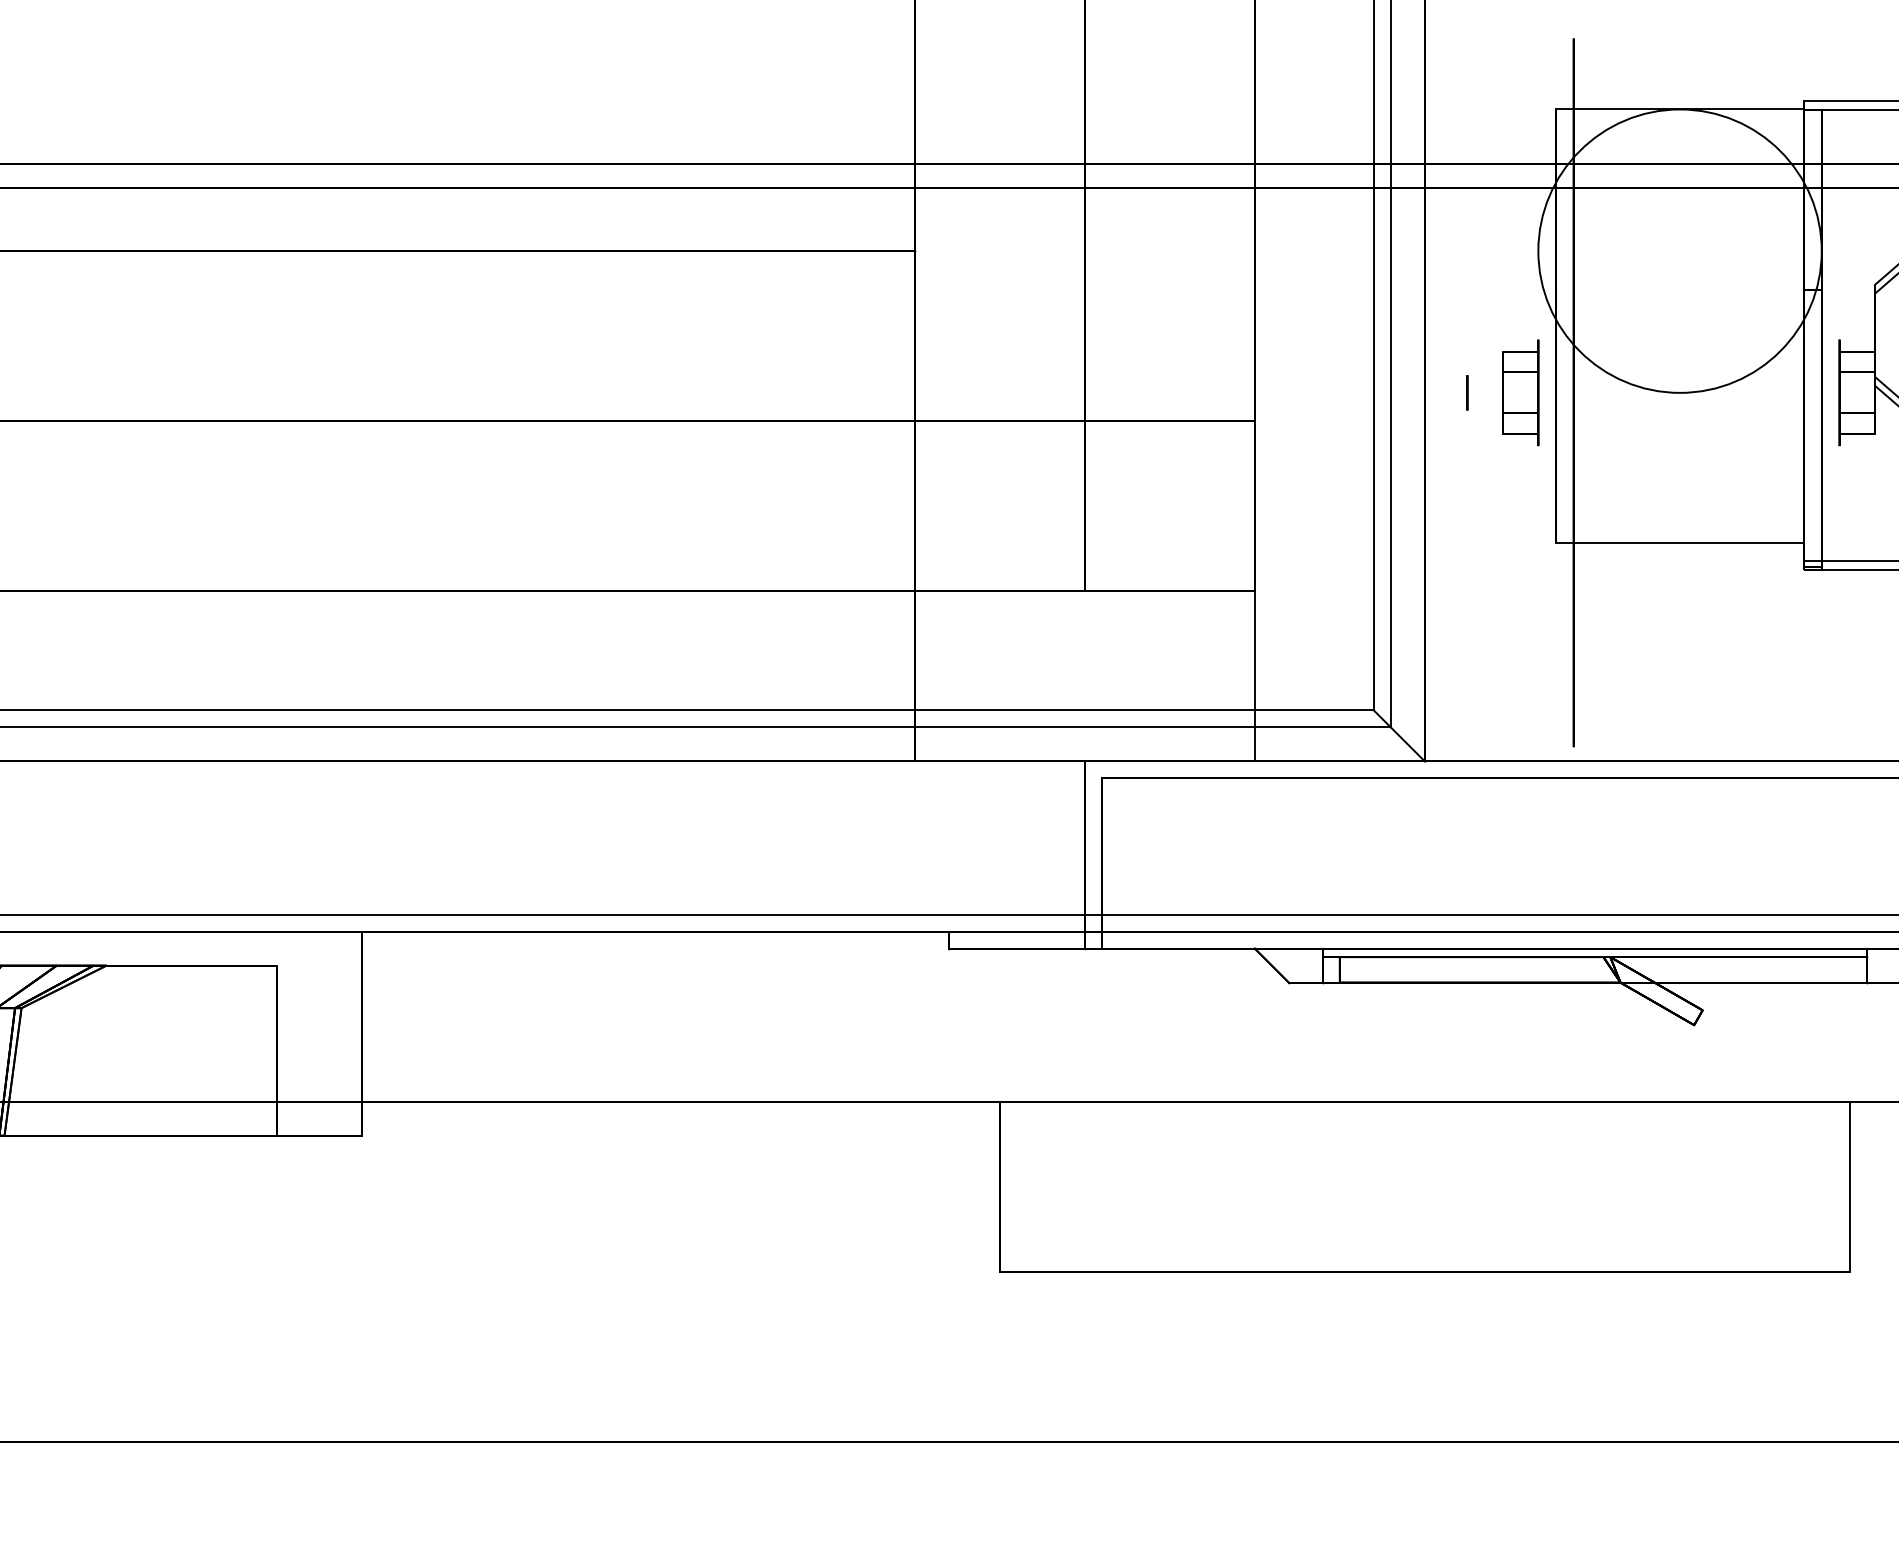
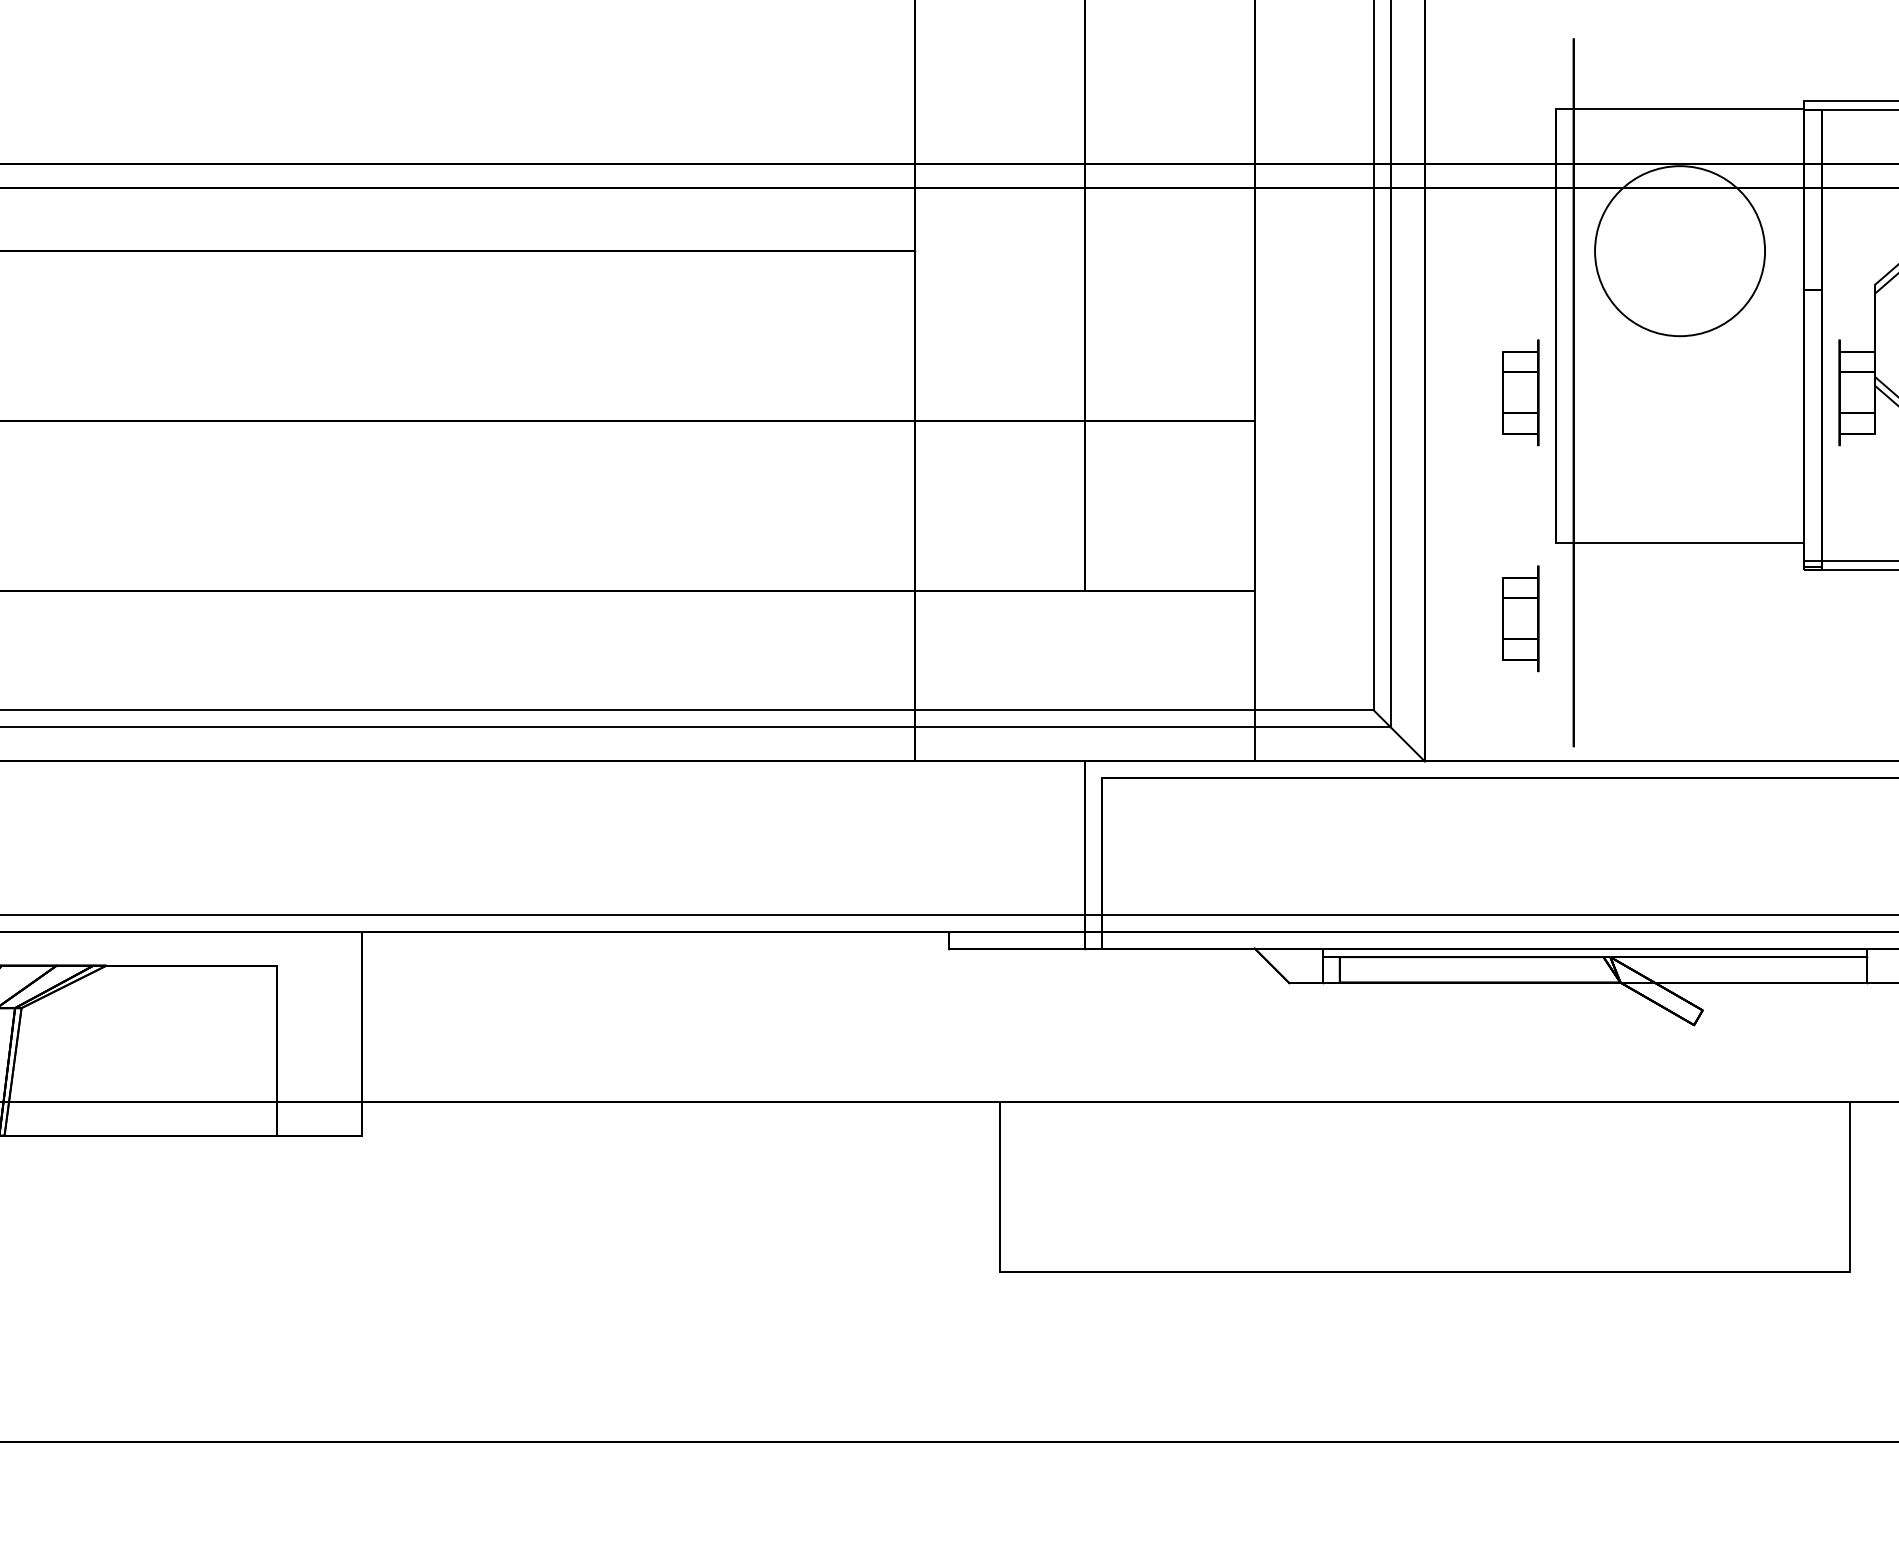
circle at (1679, 250) diameter: 283 px -> 170 px
circle at (1467, 392): present -> none
part at (1520, 618): none -> present
